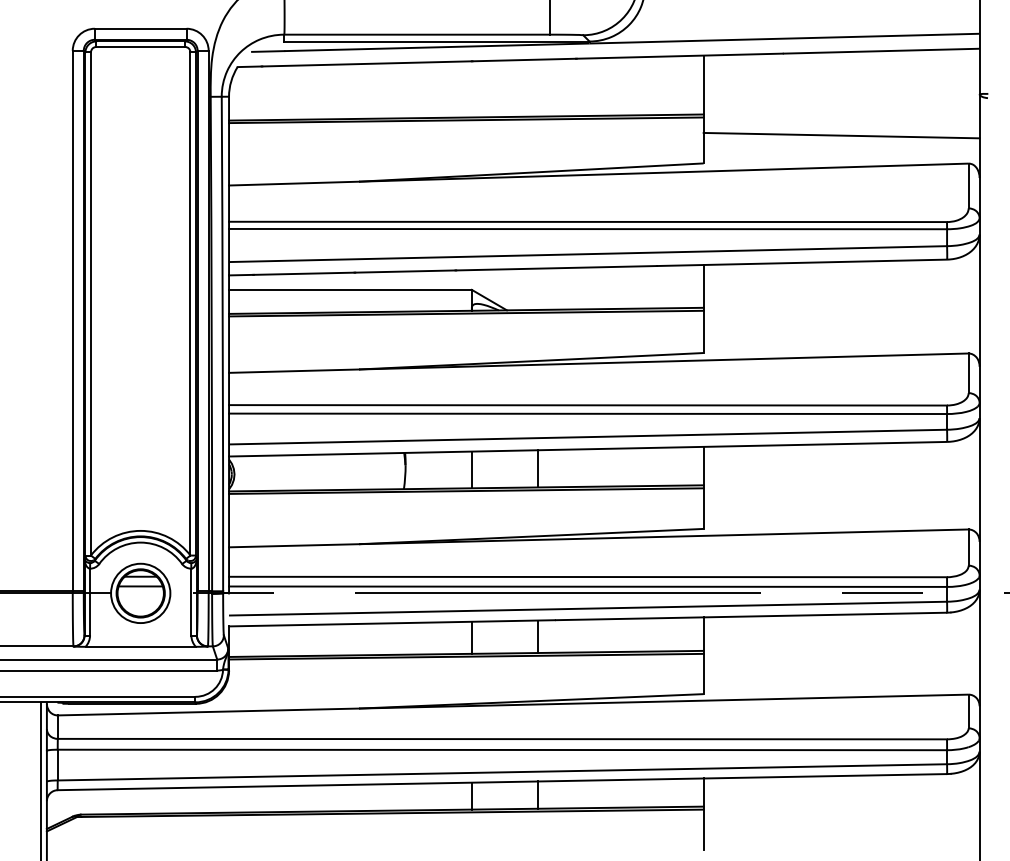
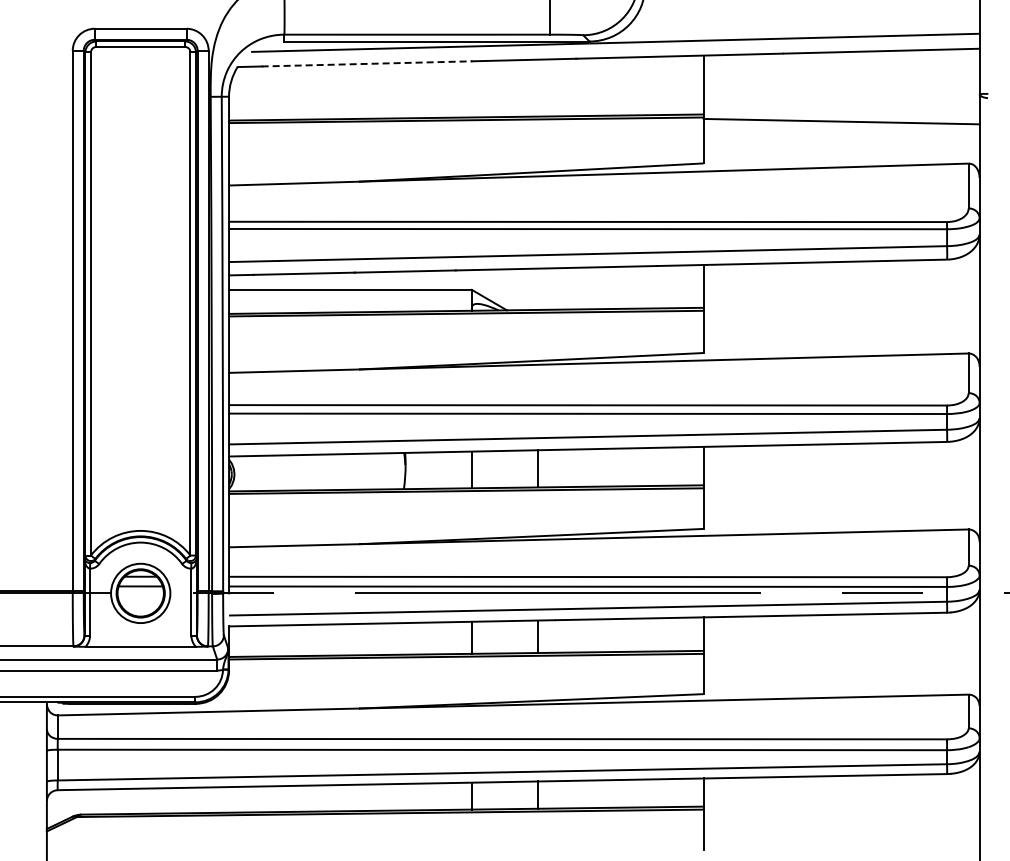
line at (367, 63): solid -> dashed
line at (841, 135) position: (841, 135) -> (841, 121)
line at (41, 779): present -> none
